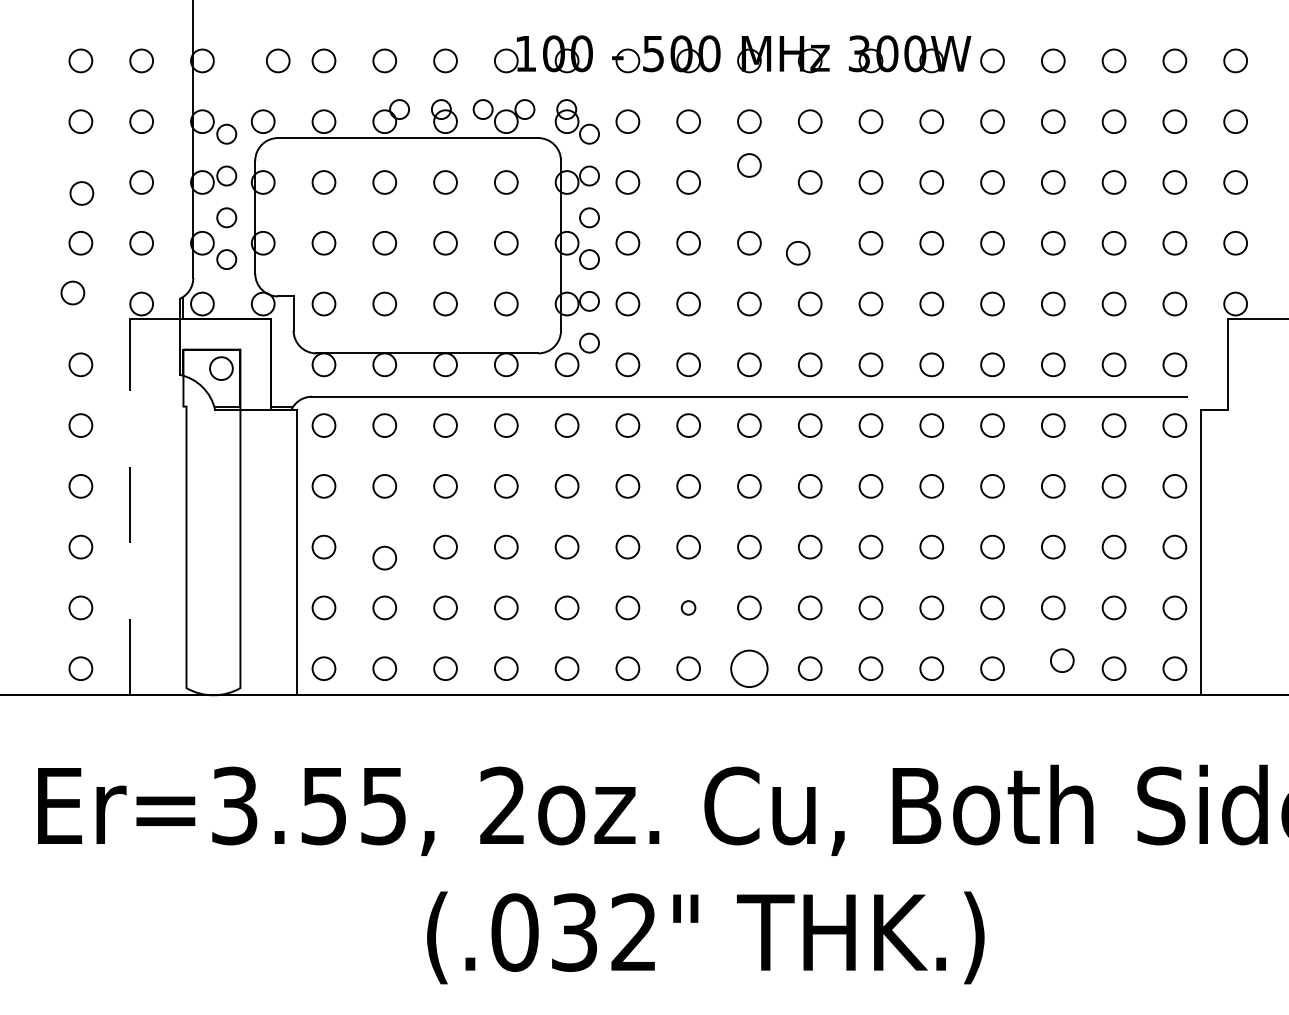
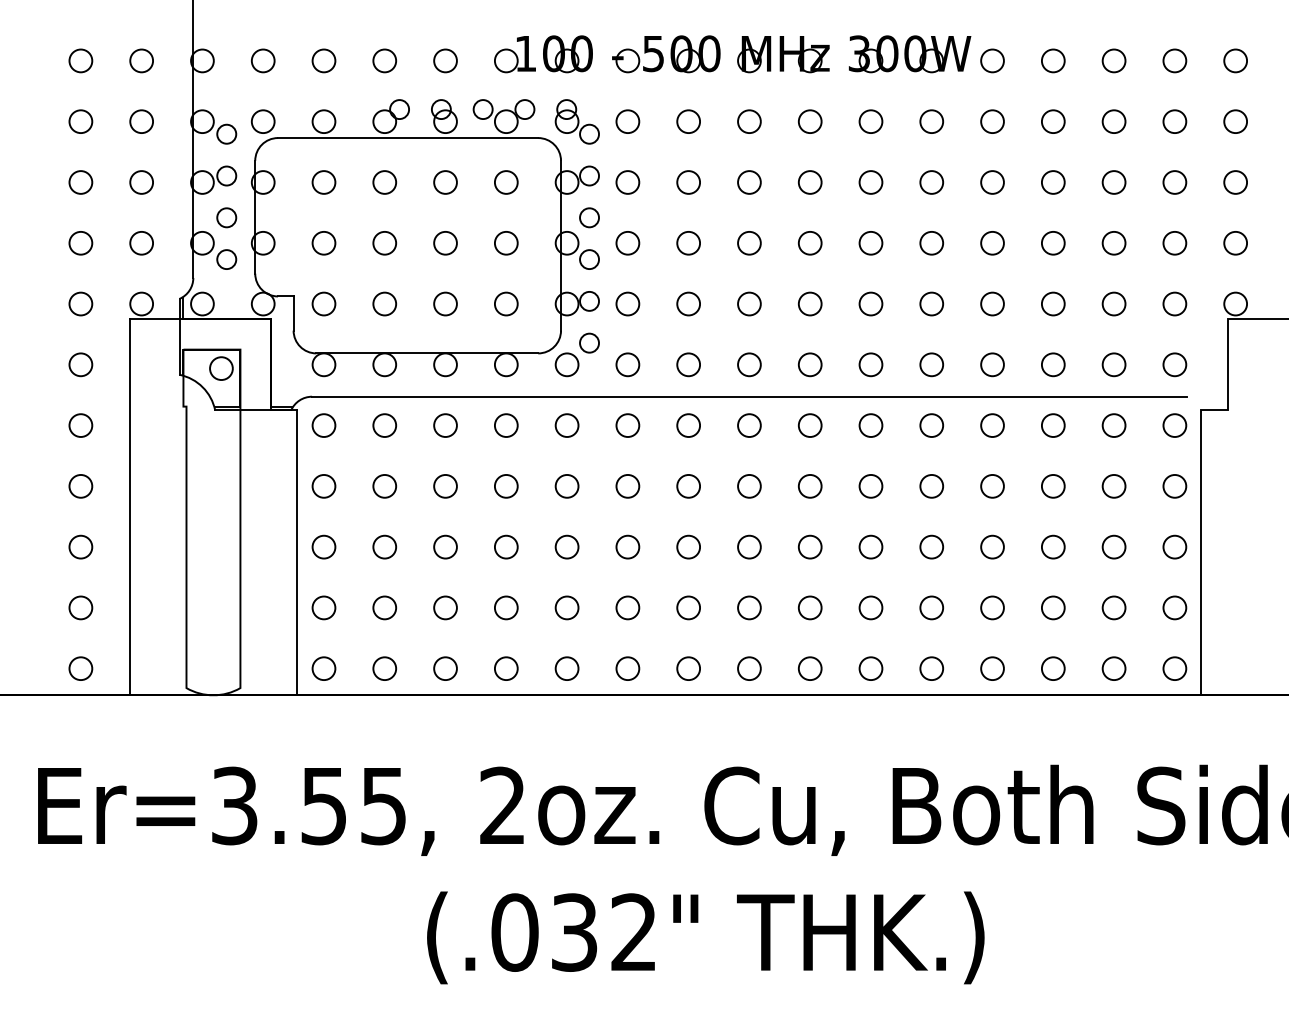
circle at (278, 60) position: (278, 60) -> (263, 60)
circle at (749, 165) position: (749, 165) -> (749, 182)
circle at (81, 193) position: (81, 193) -> (80, 182)
circle at (797, 253) position: (797, 253) -> (809, 243)
circle at (72, 292) position: (72, 292) -> (80, 303)
line at (129, 506): dashed -> solid
circle at (384, 557) position: (384, 557) -> (384, 546)
circle at (688, 607) size: 17x16 px -> 25x26 px
circle at (1062, 660) position: (1062, 660) -> (1053, 668)
circle at (749, 668) size: 39x39 px -> 25x25 px
